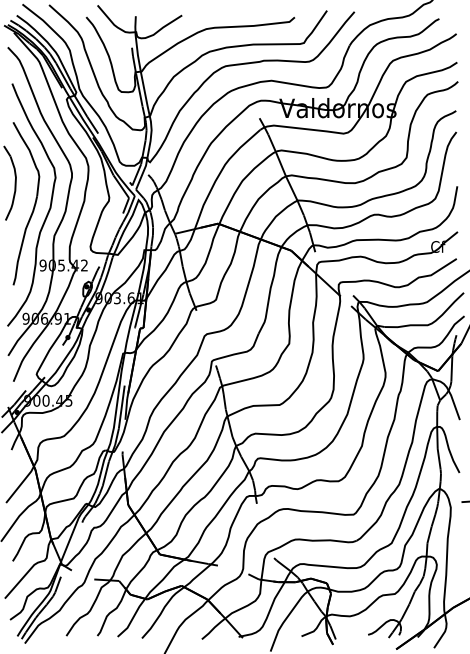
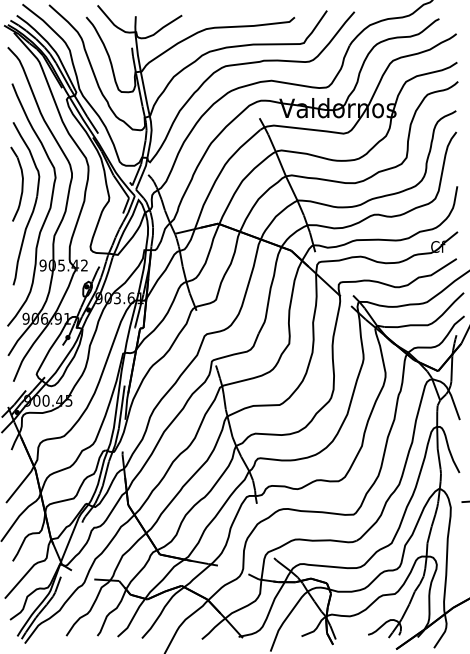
part at (9, 182) position: (9, 182) -> (16, 183)
